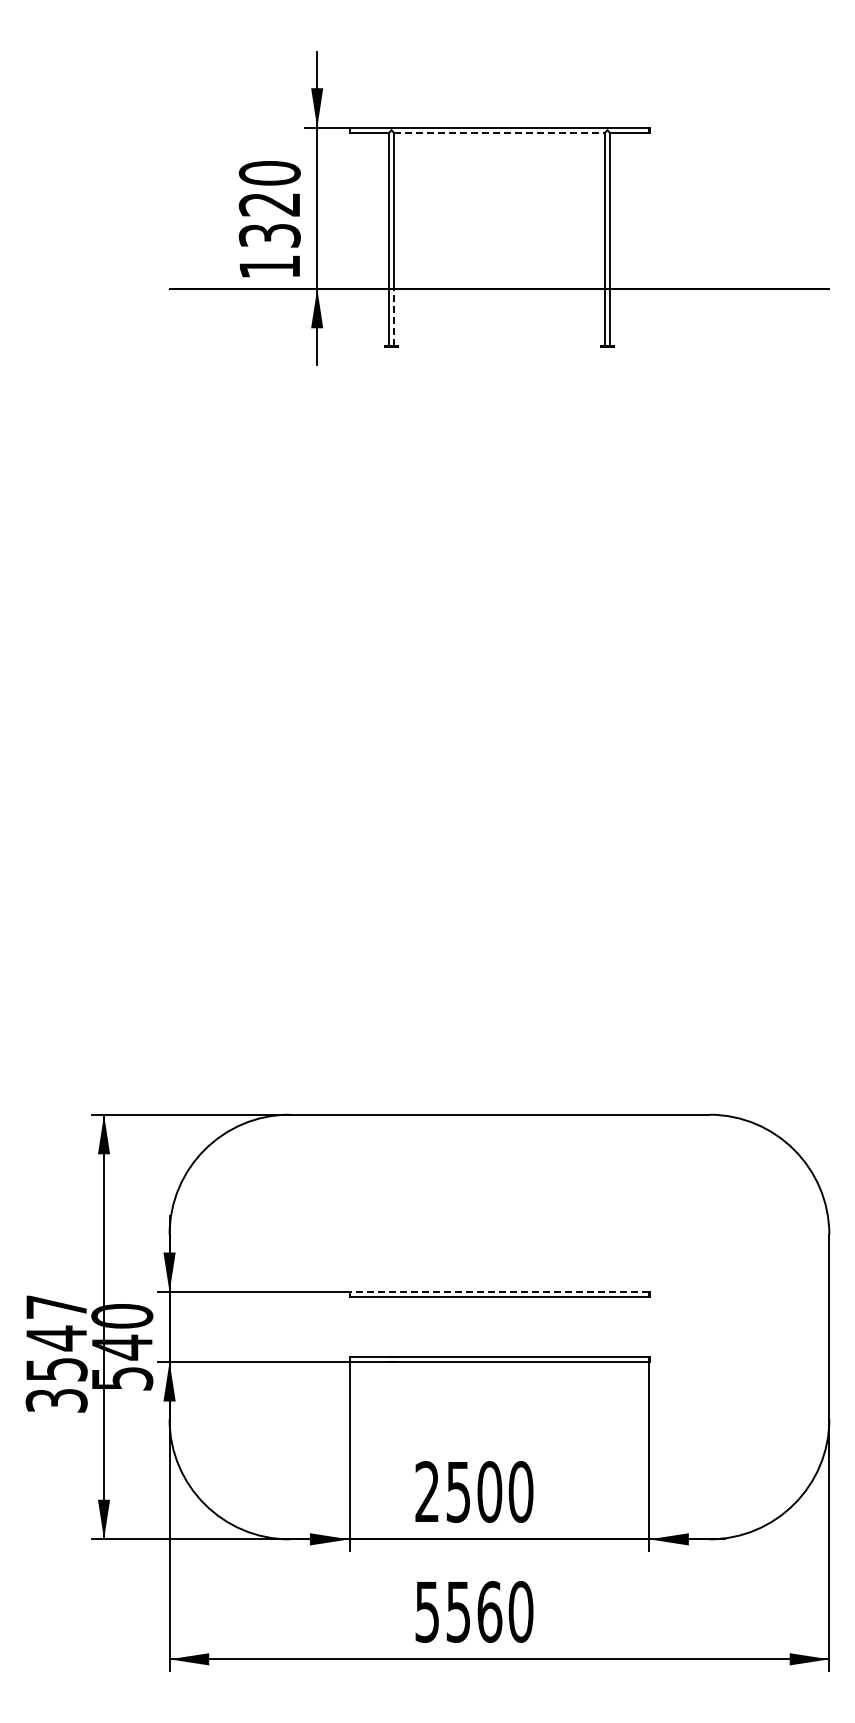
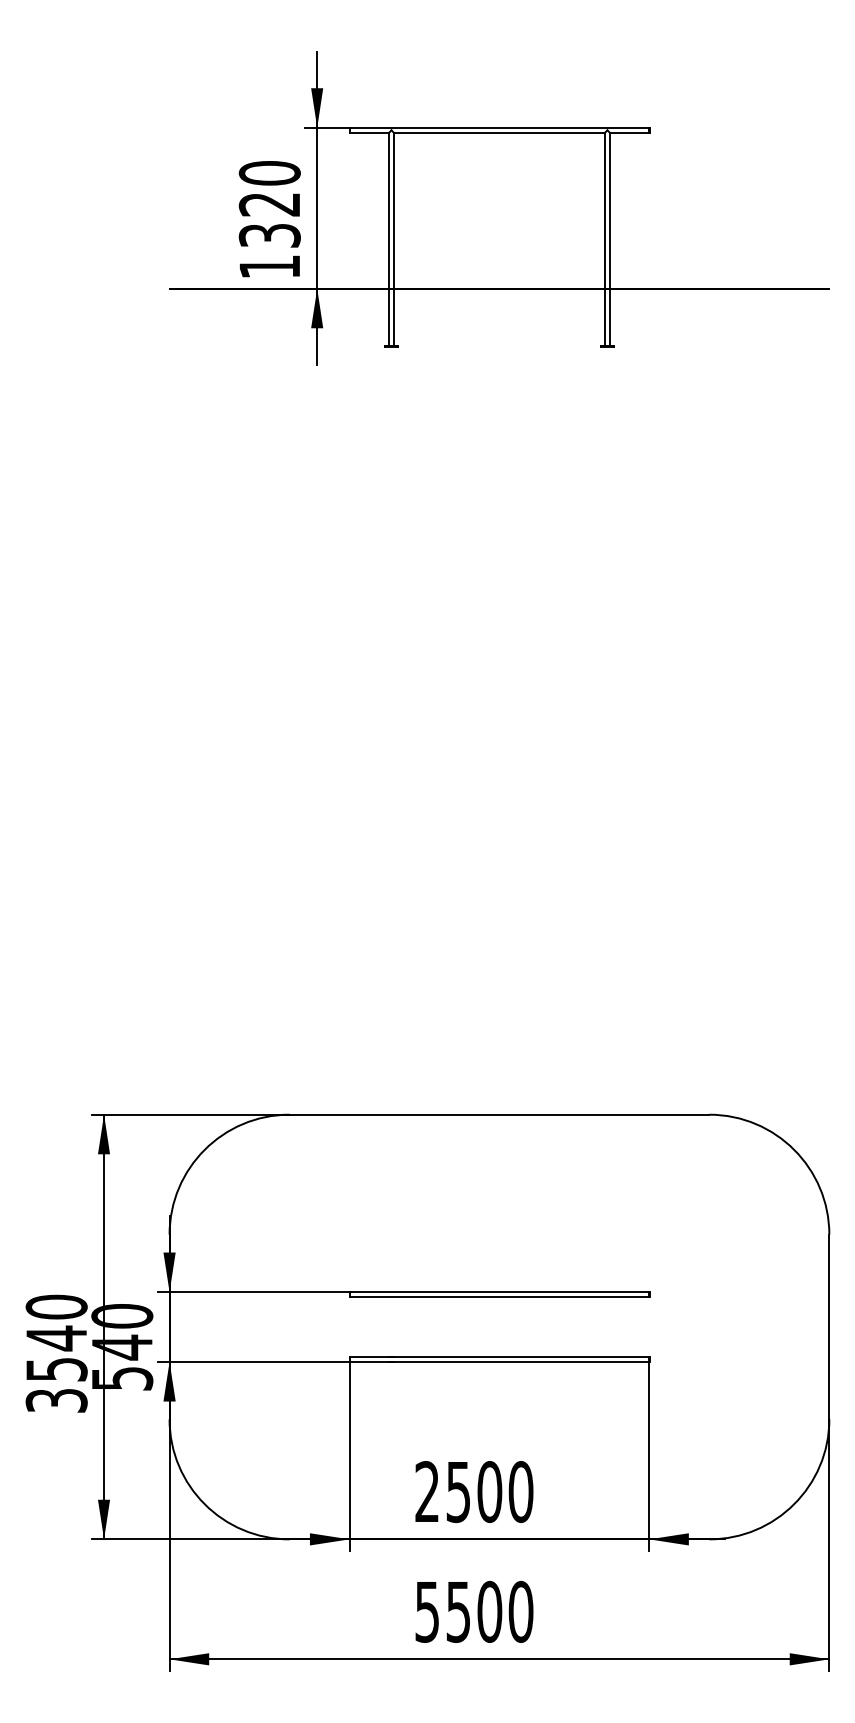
line at (499, 132): dashed -> solid
line at (394, 317): dashed -> solid
line at (499, 1292): dashed -> solid
text at (56, 1306): 3547 -> 3540
text at (489, 1611): 5560 -> 5500
